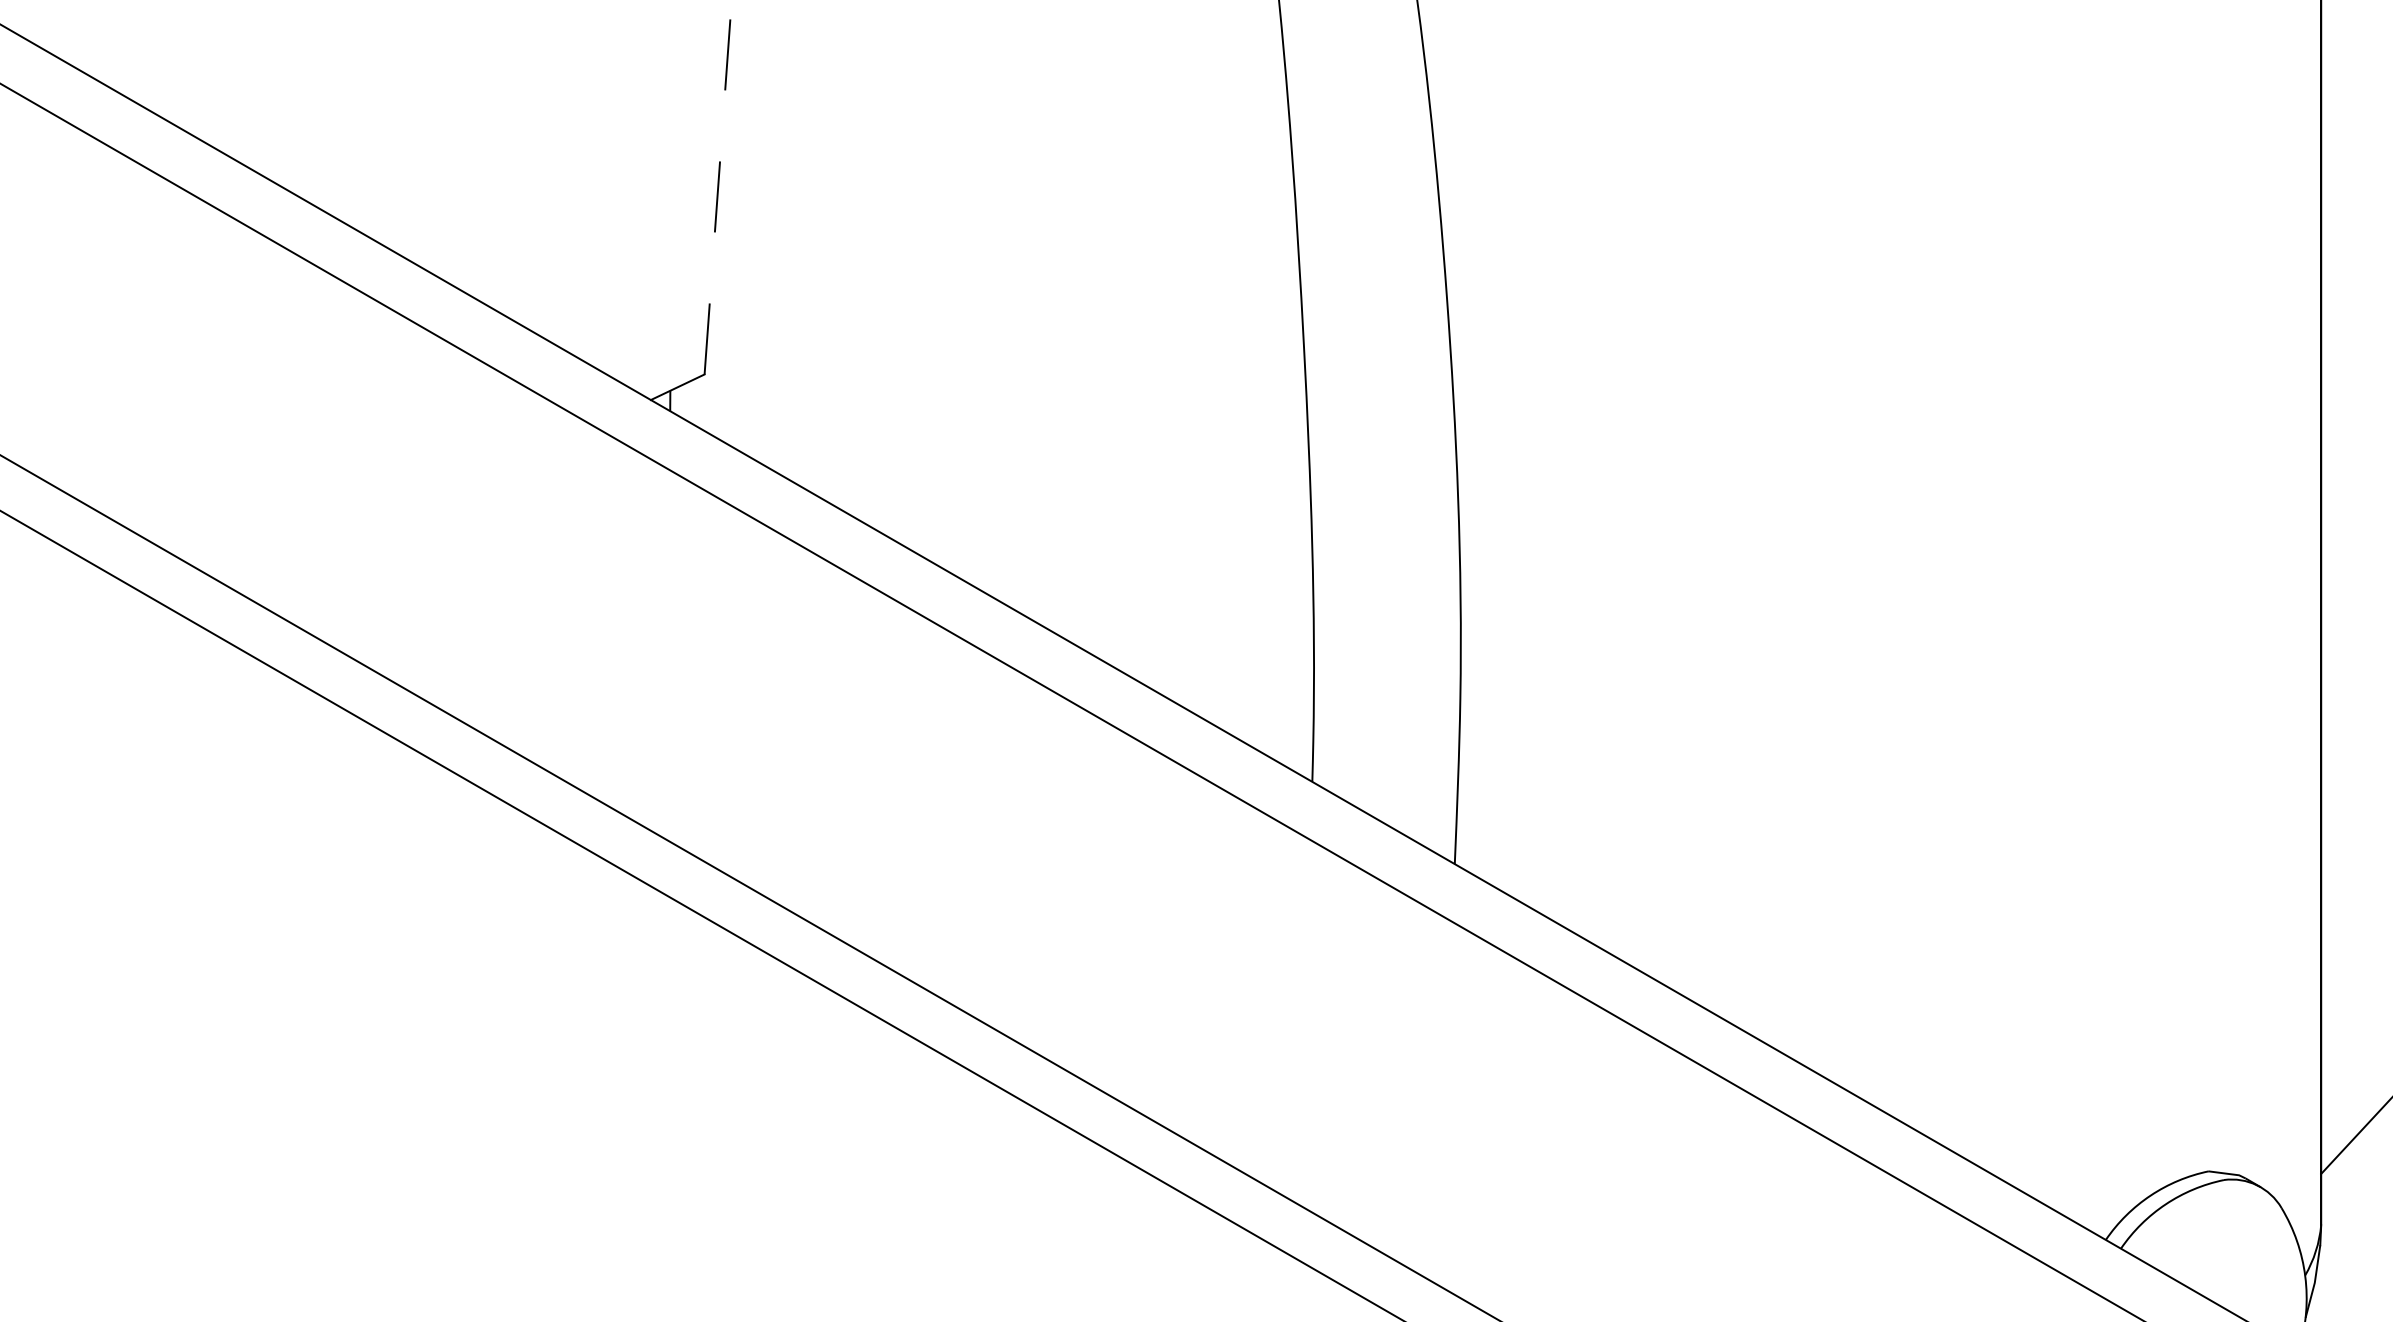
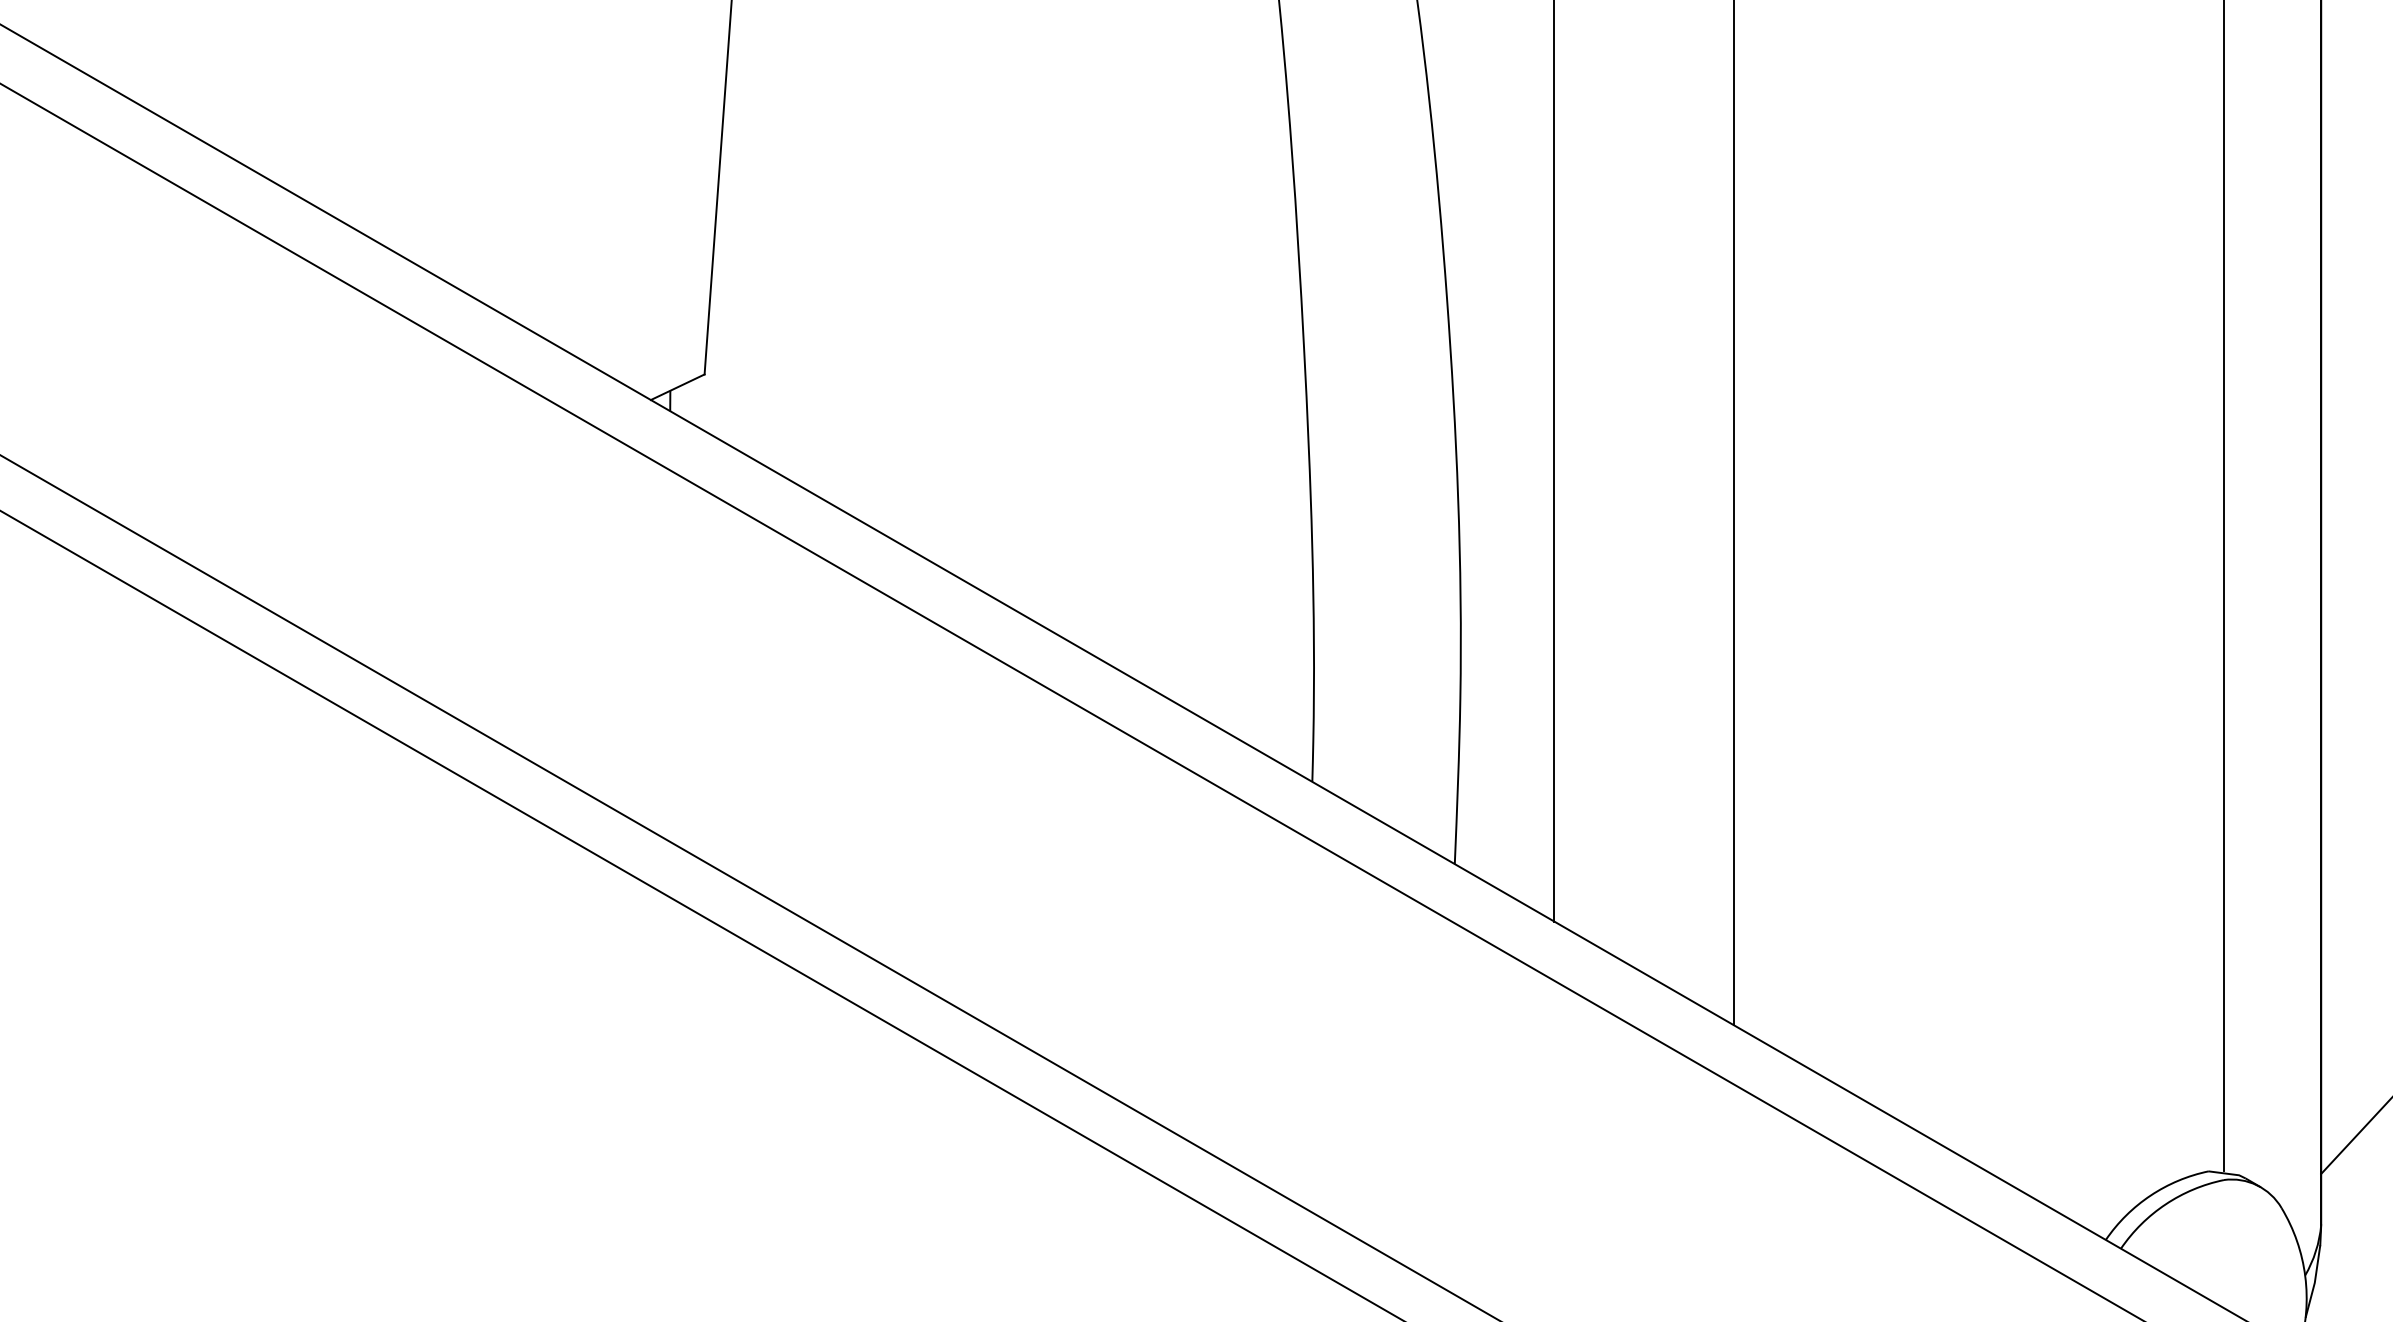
line at (718, 187): dashed -> solid
line at (1554, 461): none -> present
line at (1733, 513): none -> present
line at (2223, 586): none -> present
